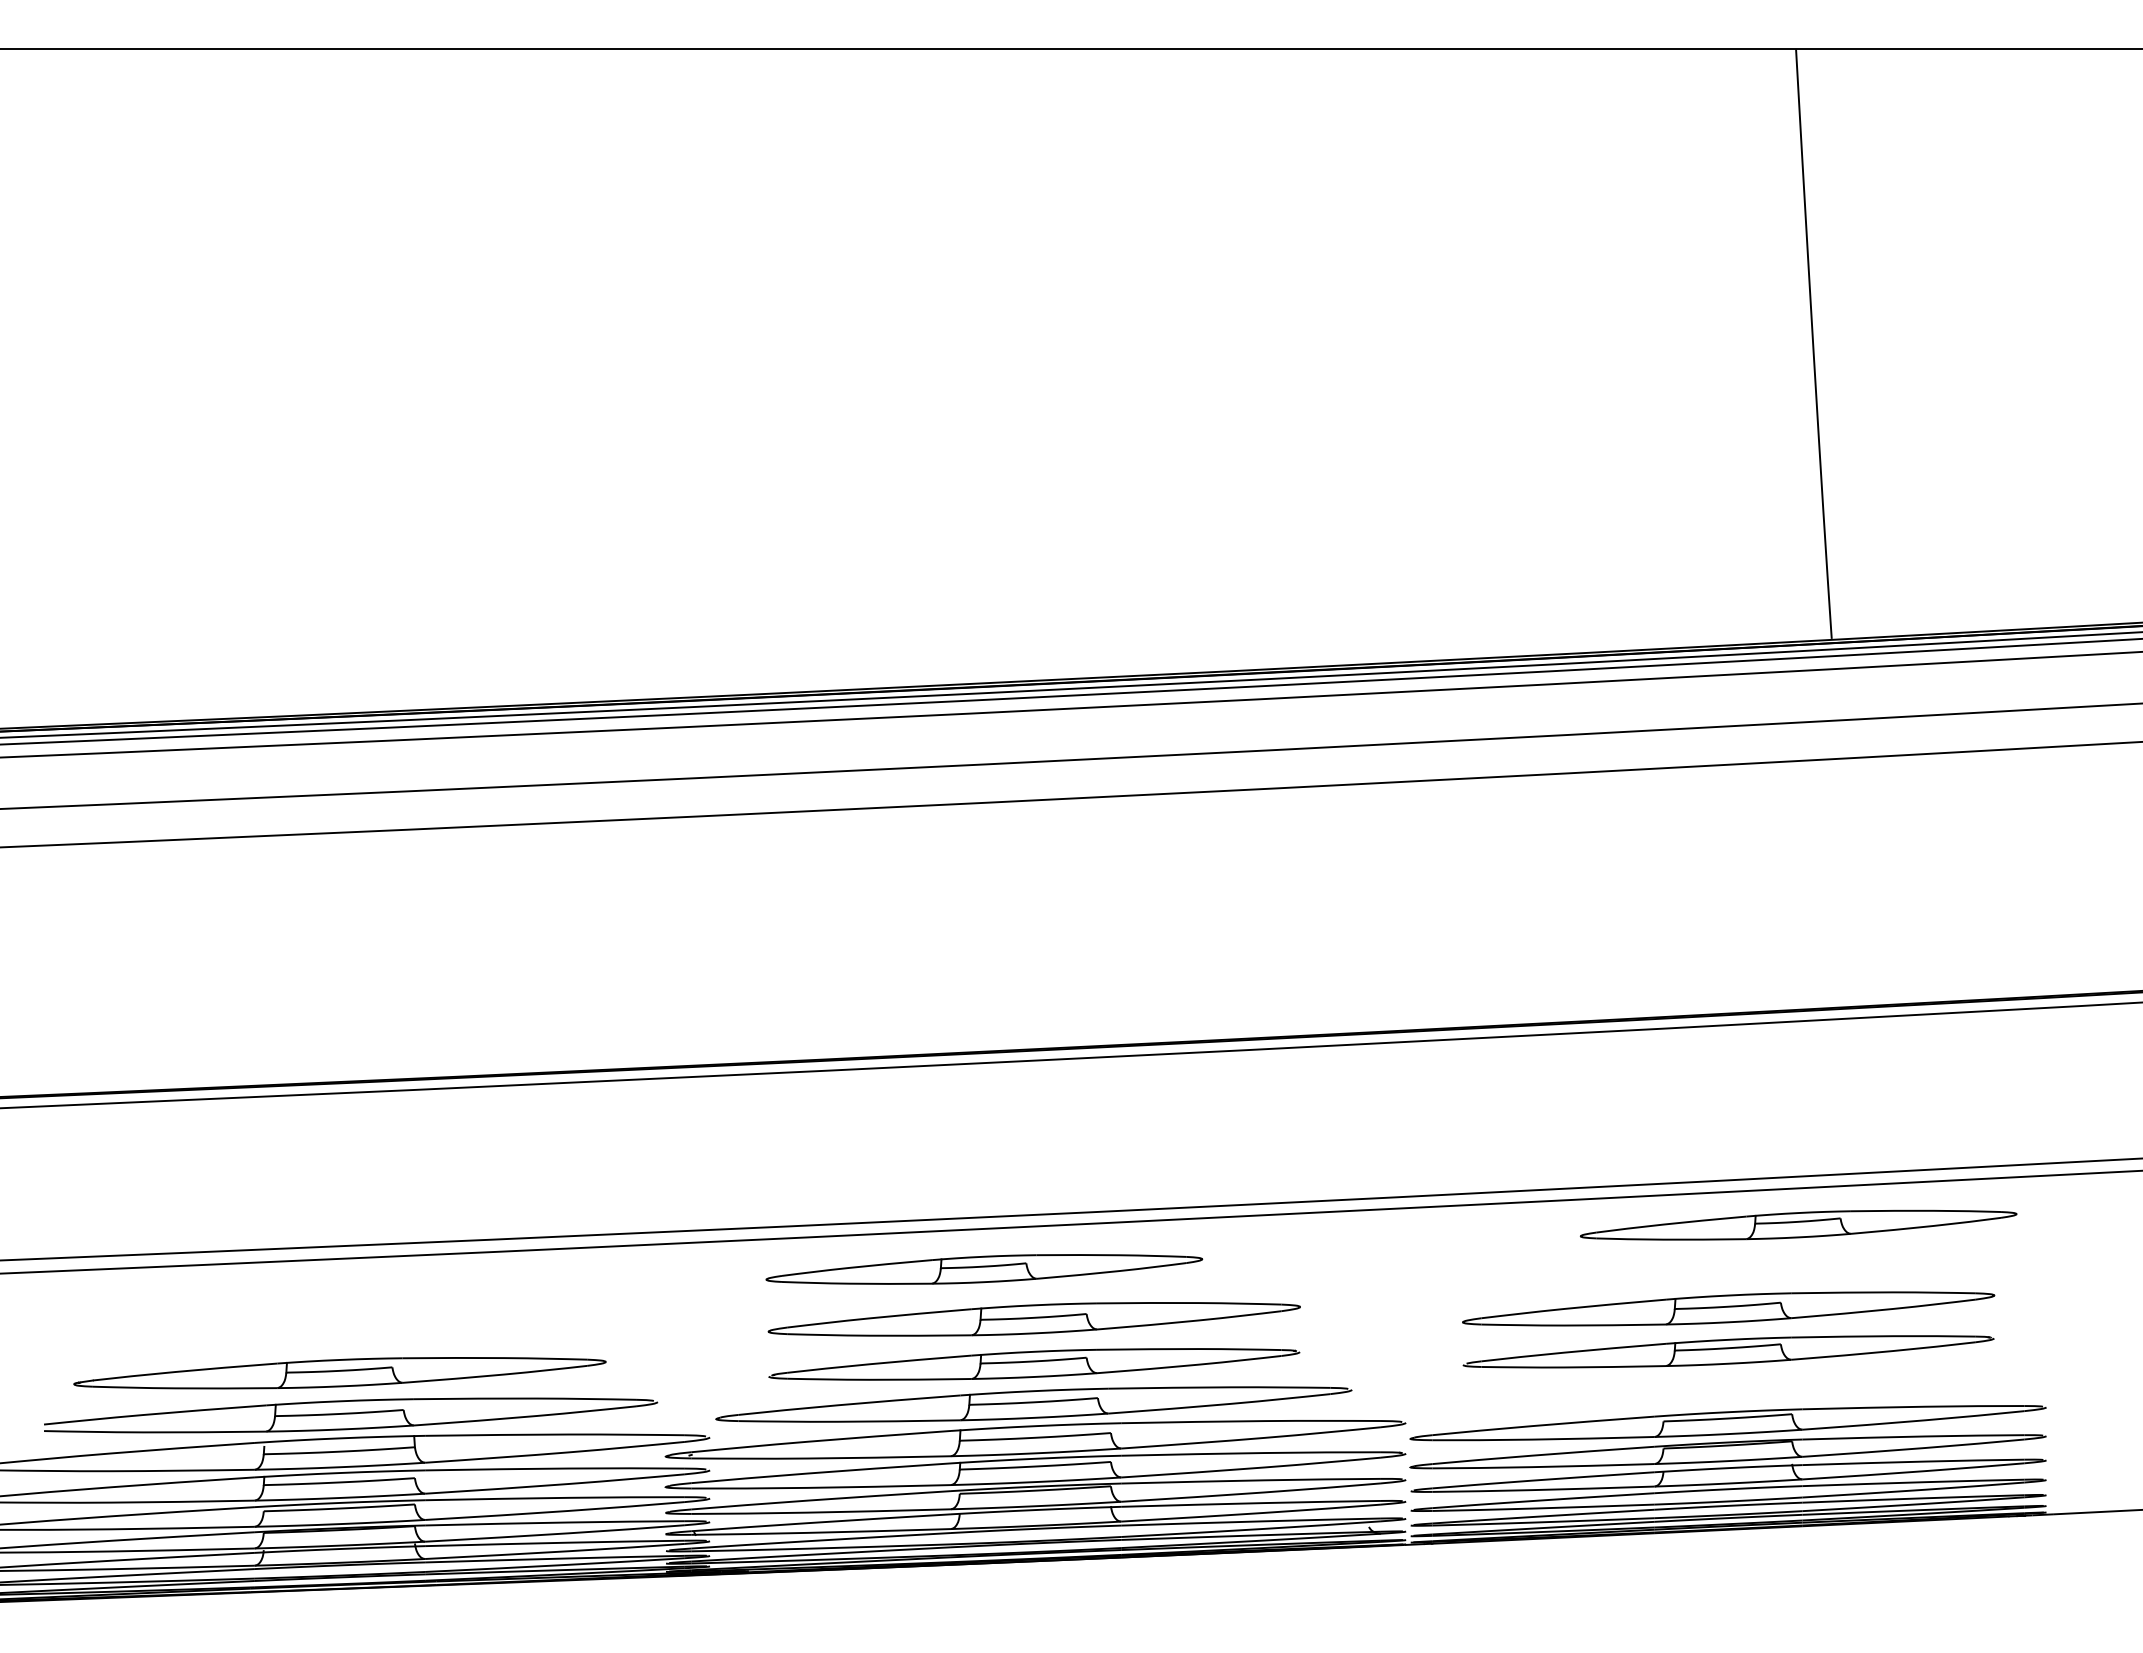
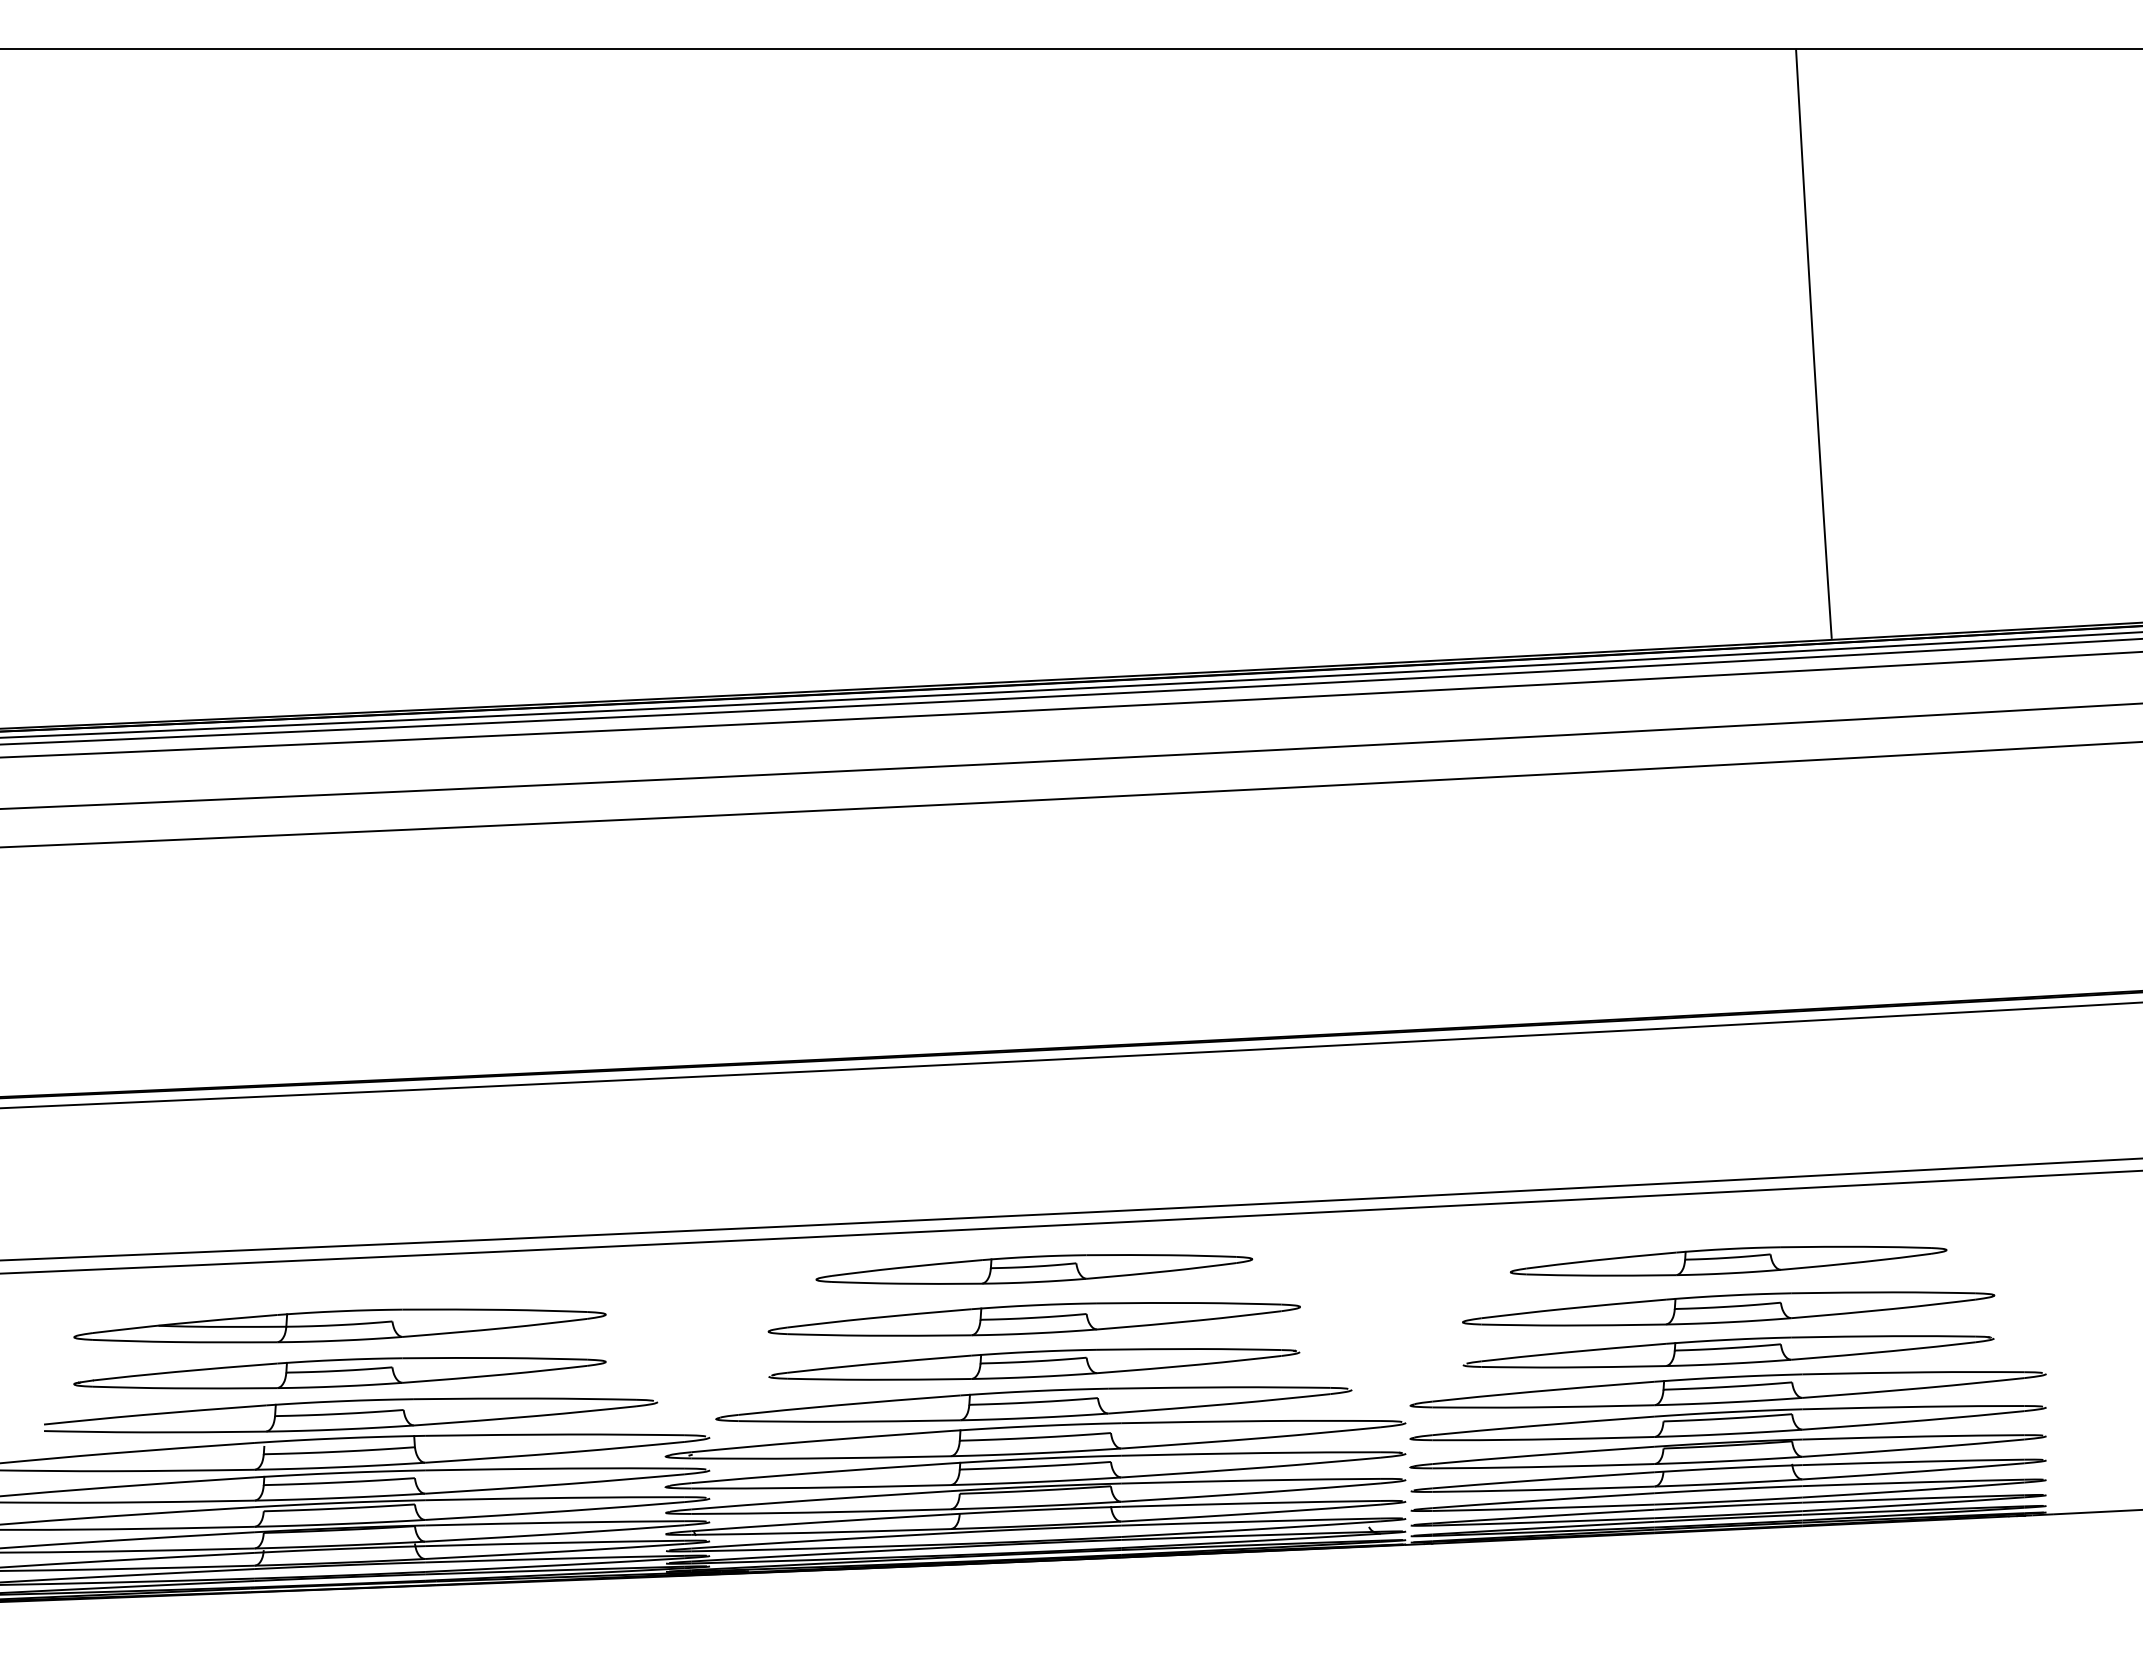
part at (1798, 1224) position: (1798, 1224) -> (1728, 1260)
part at (984, 1269) position: (984, 1269) -> (1034, 1269)
part at (339, 1325): none -> present
part at (1727, 1389): none -> present
